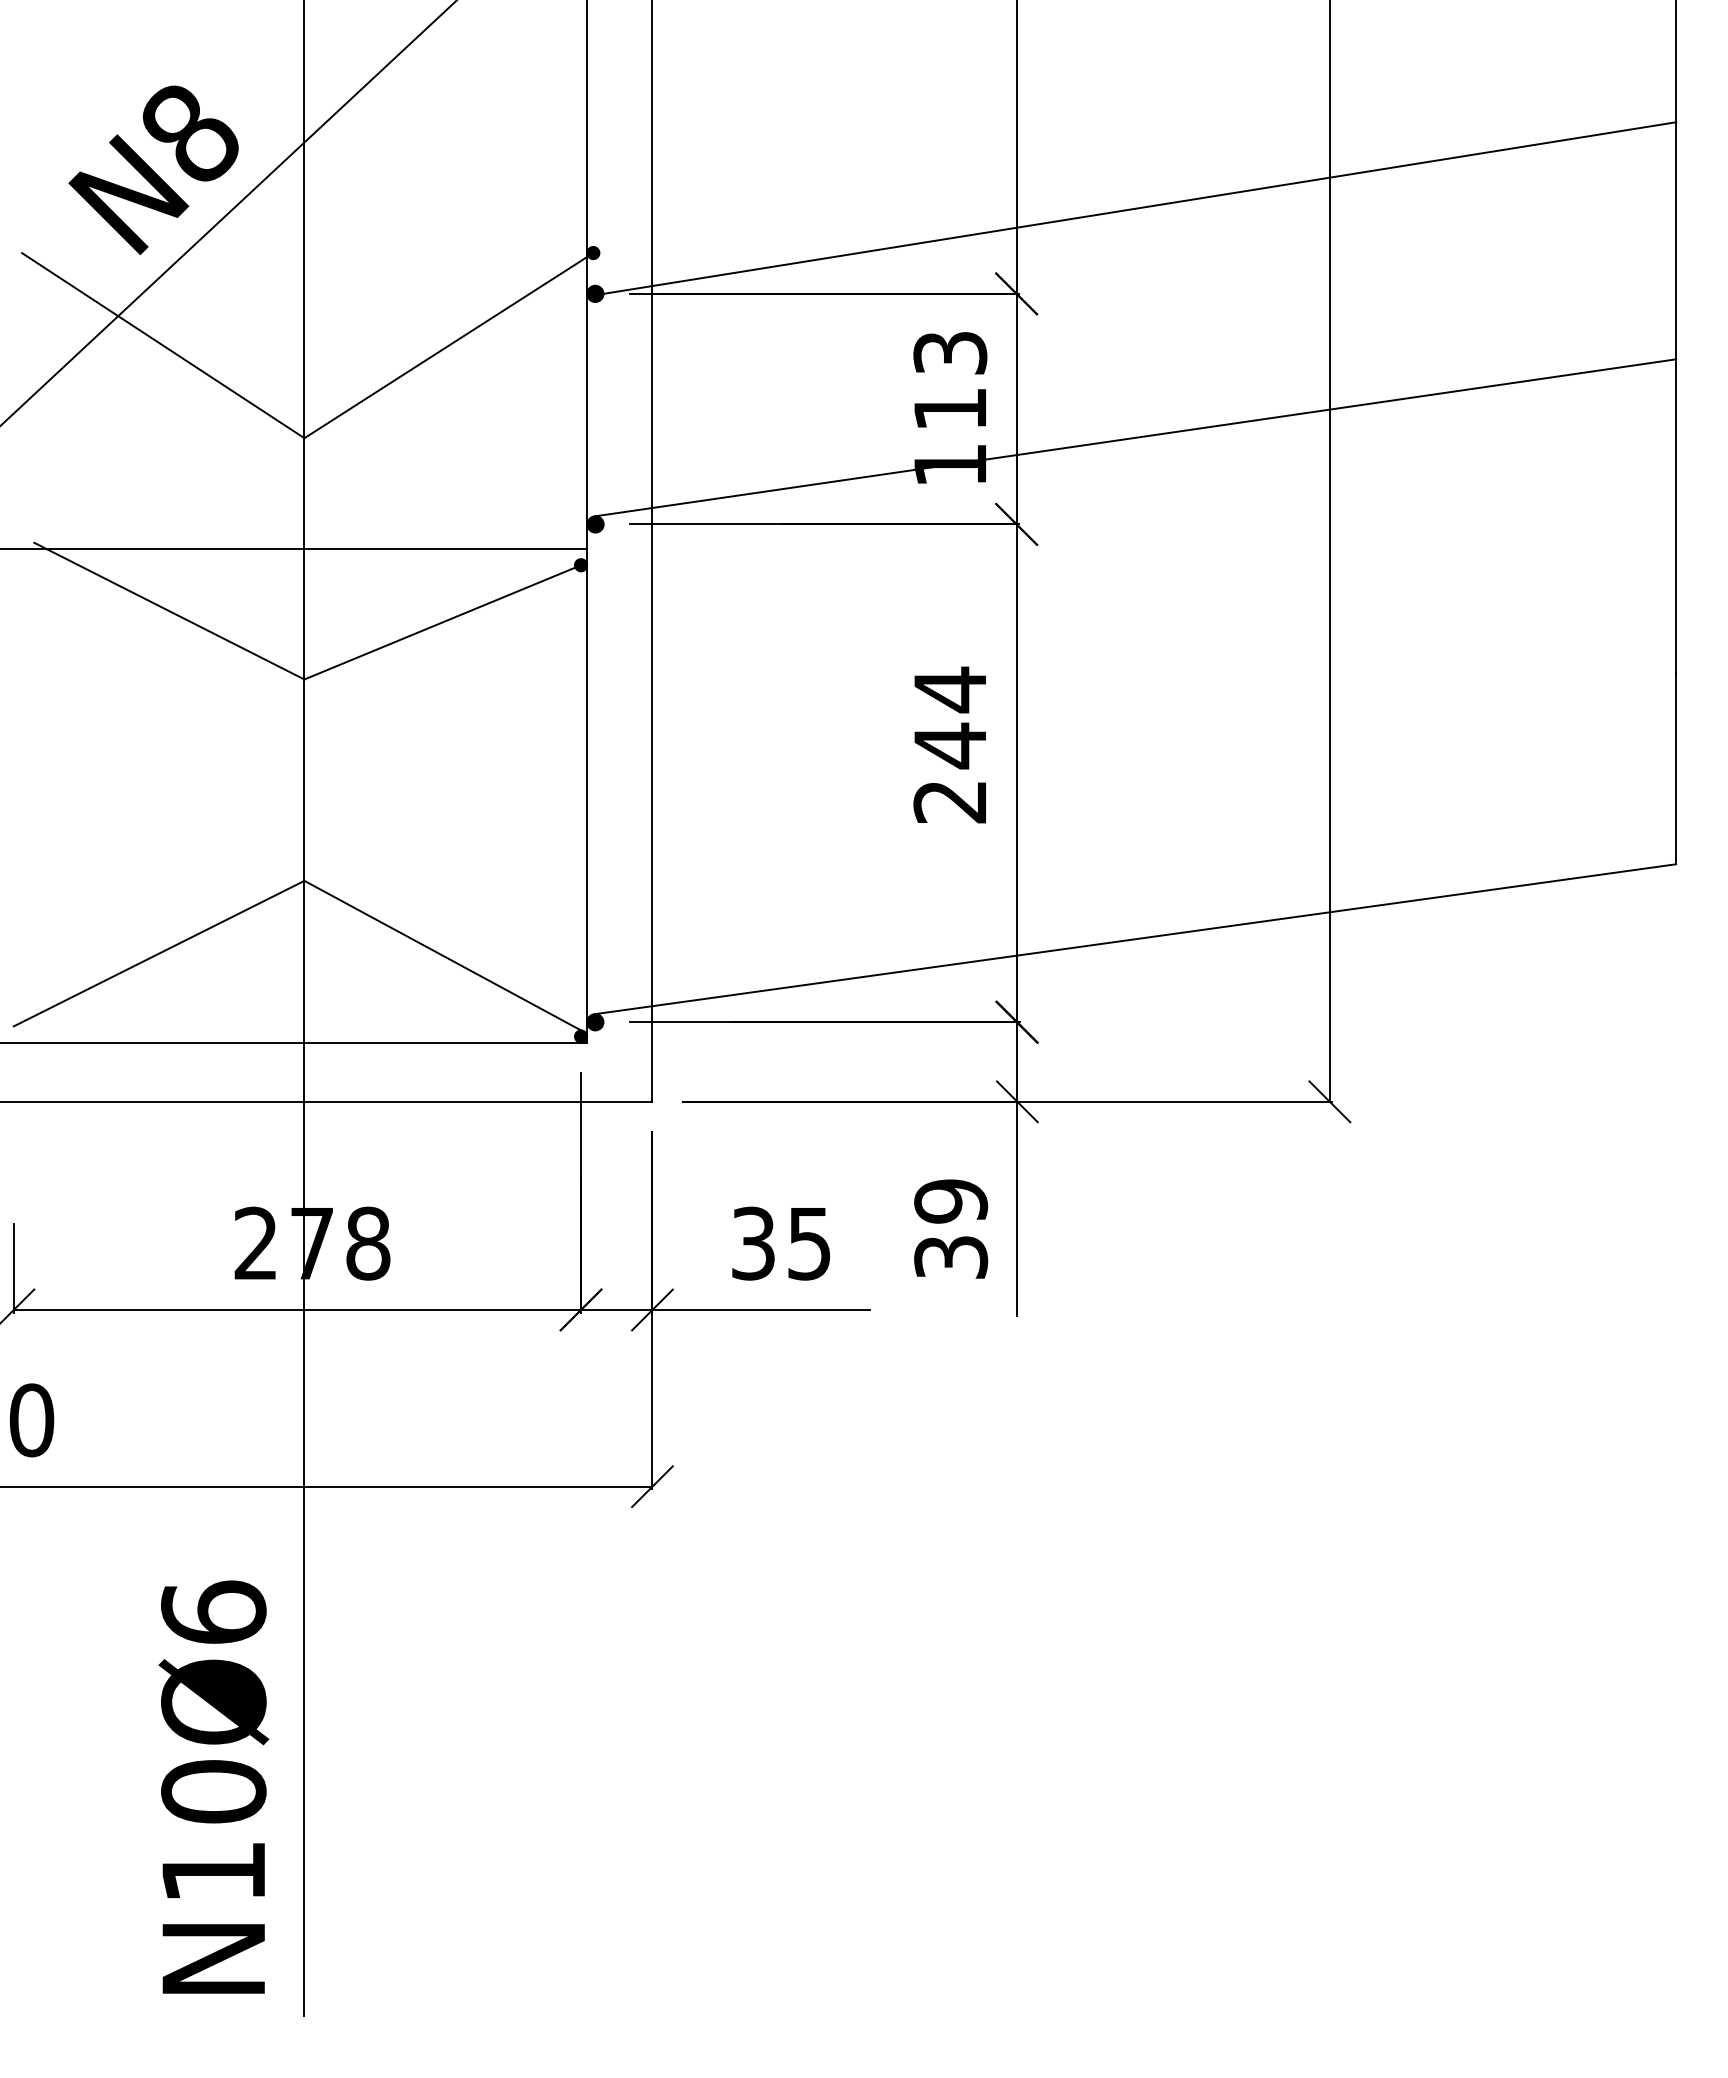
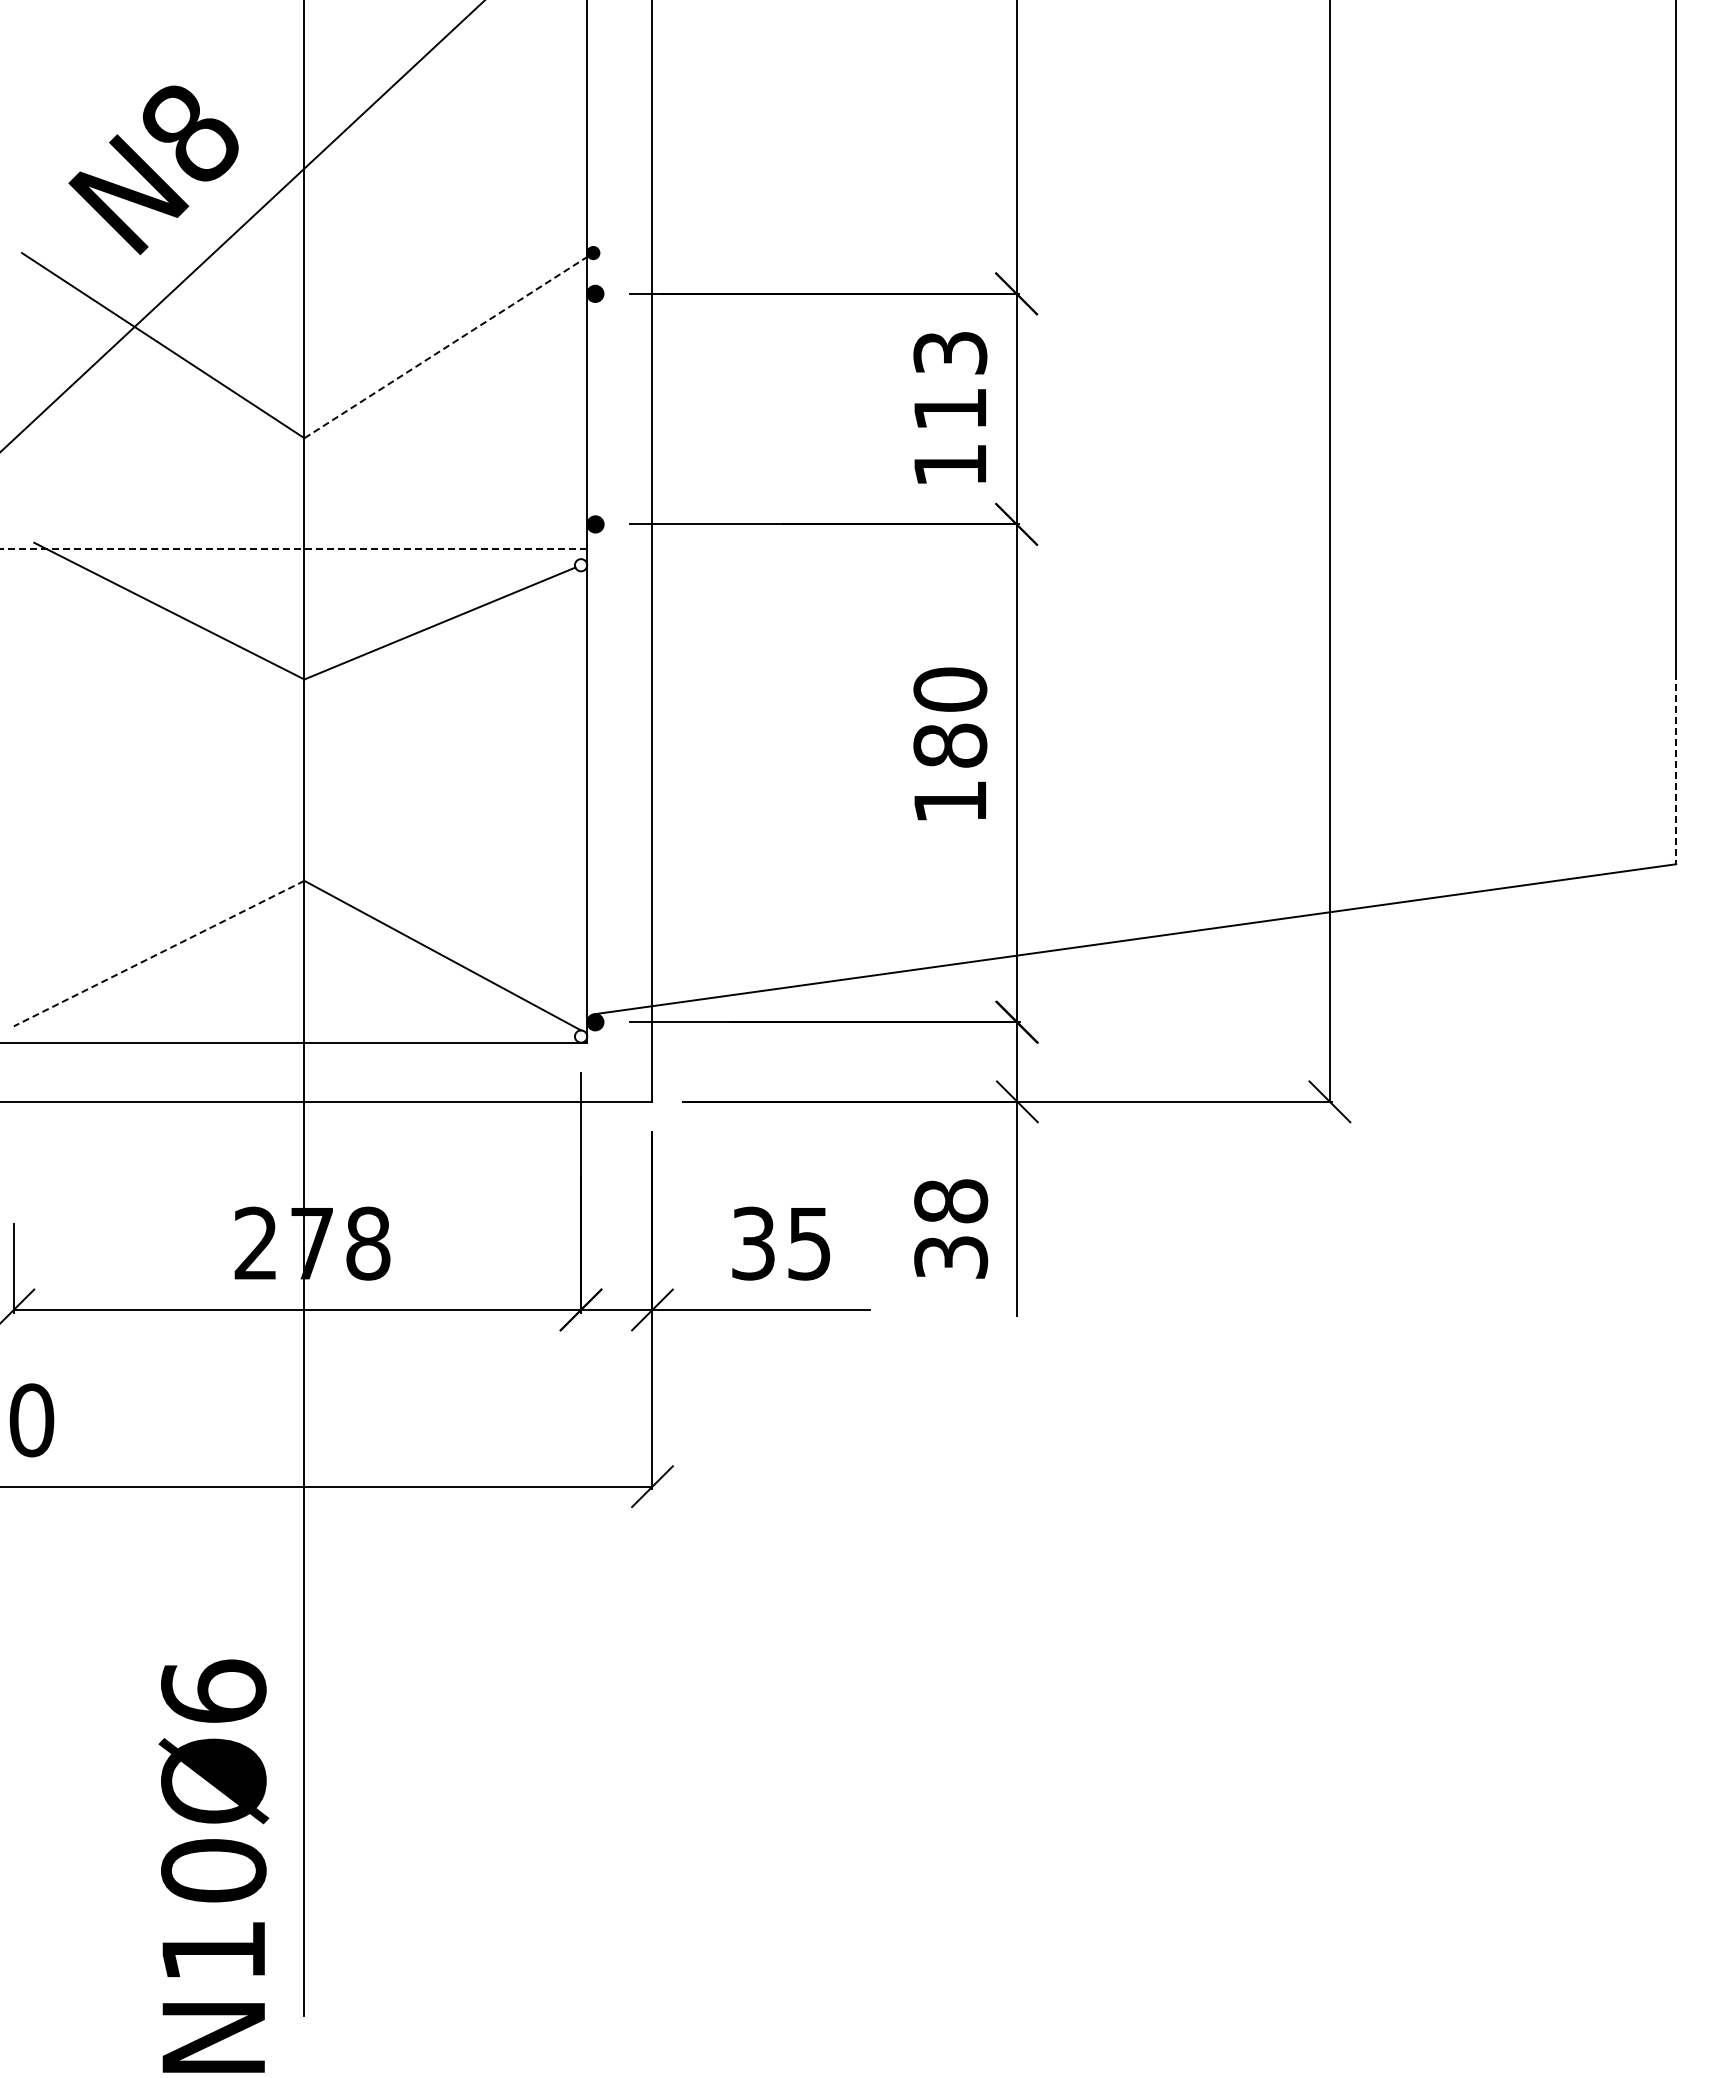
line at (1139, 207): present -> none
line at (228, 213) position: (228, 213) -> (242, 226)
line at (446, 347): solid -> dashed
line at (1135, 437): present -> none
line at (293, 548): solid -> dashed
fill at (580, 565): present -> none
text at (950, 744): 244 -> 180
line at (1676, 768): solid -> dashed
line at (158, 953): solid -> dashed
fill at (580, 1036): present -> none
text at (951, 1201): 39 -> 38
text at (213, 1786) position: (213, 1786) -> (213, 1865)
